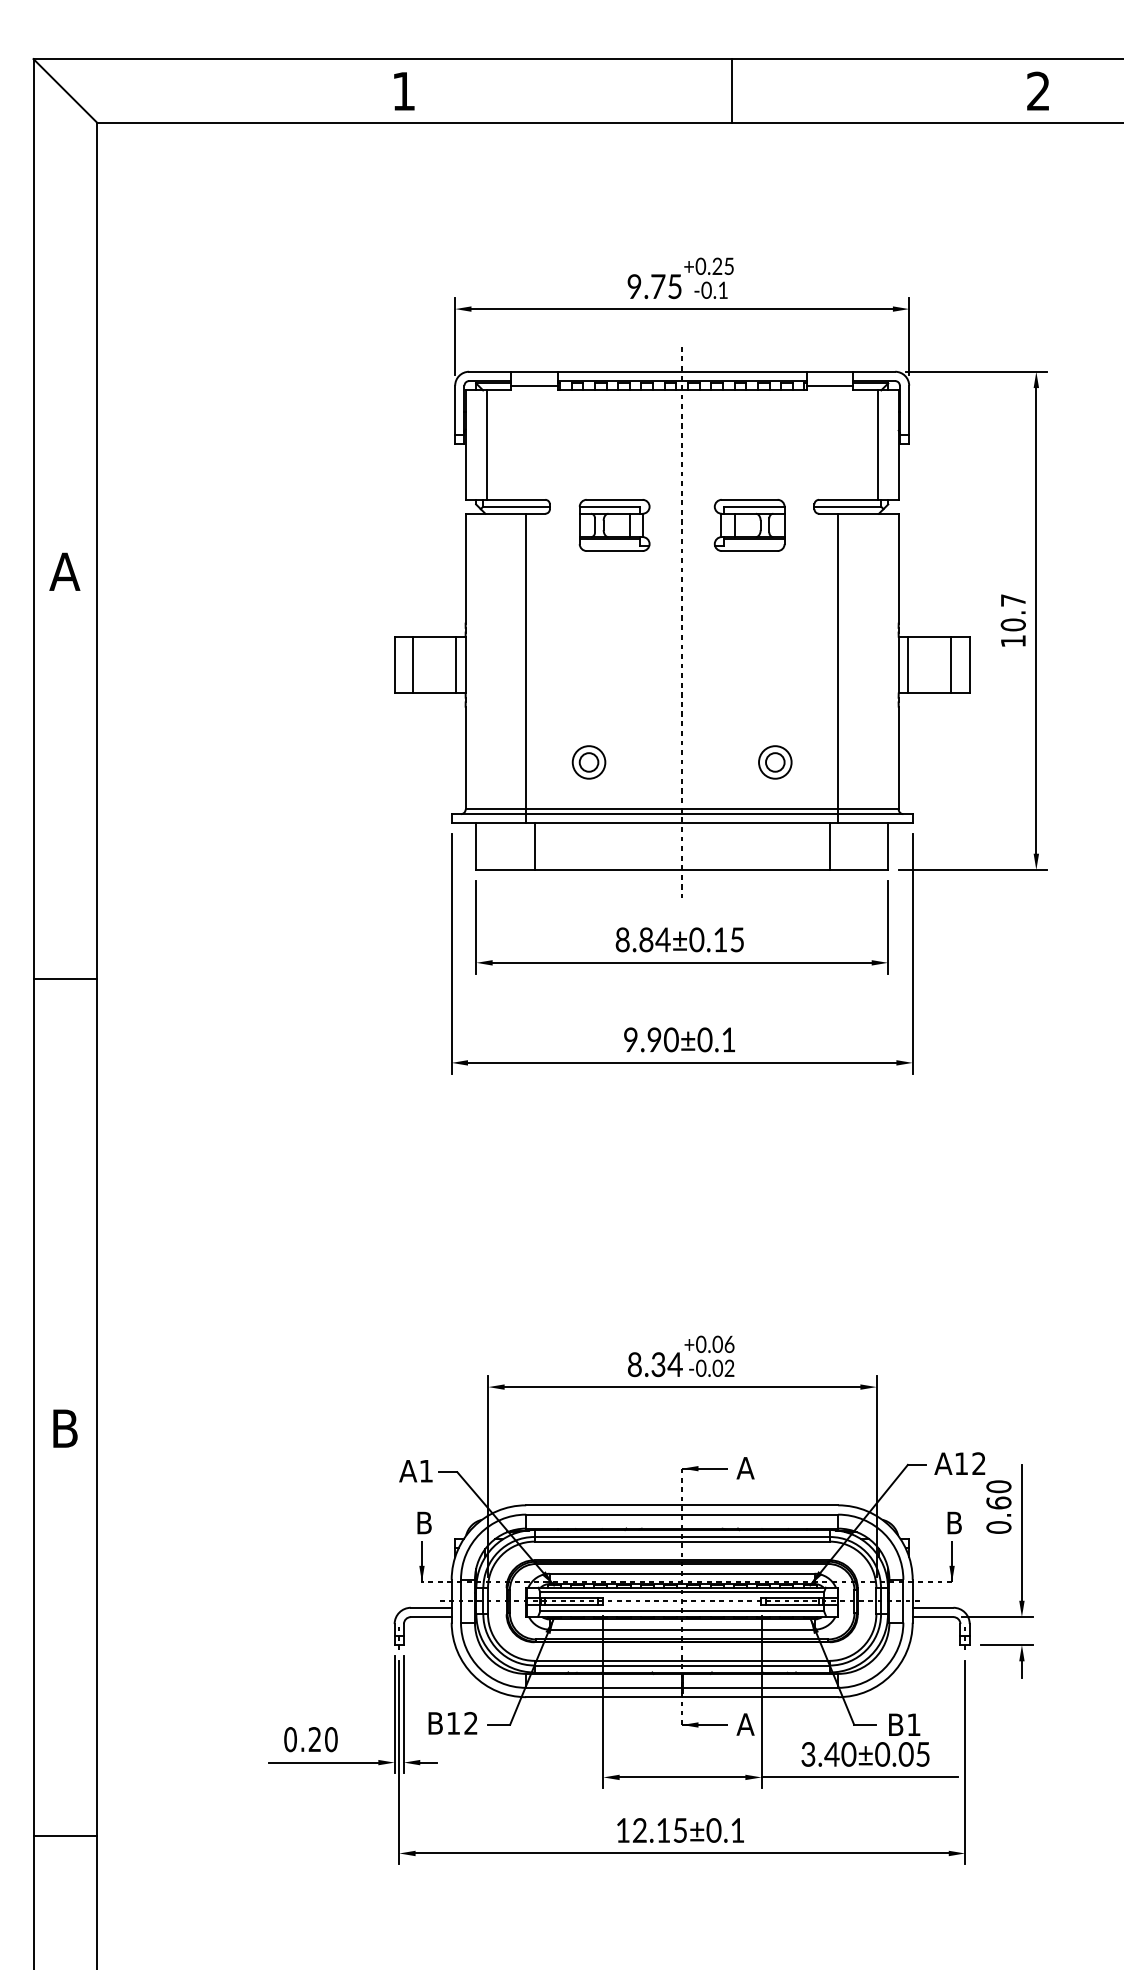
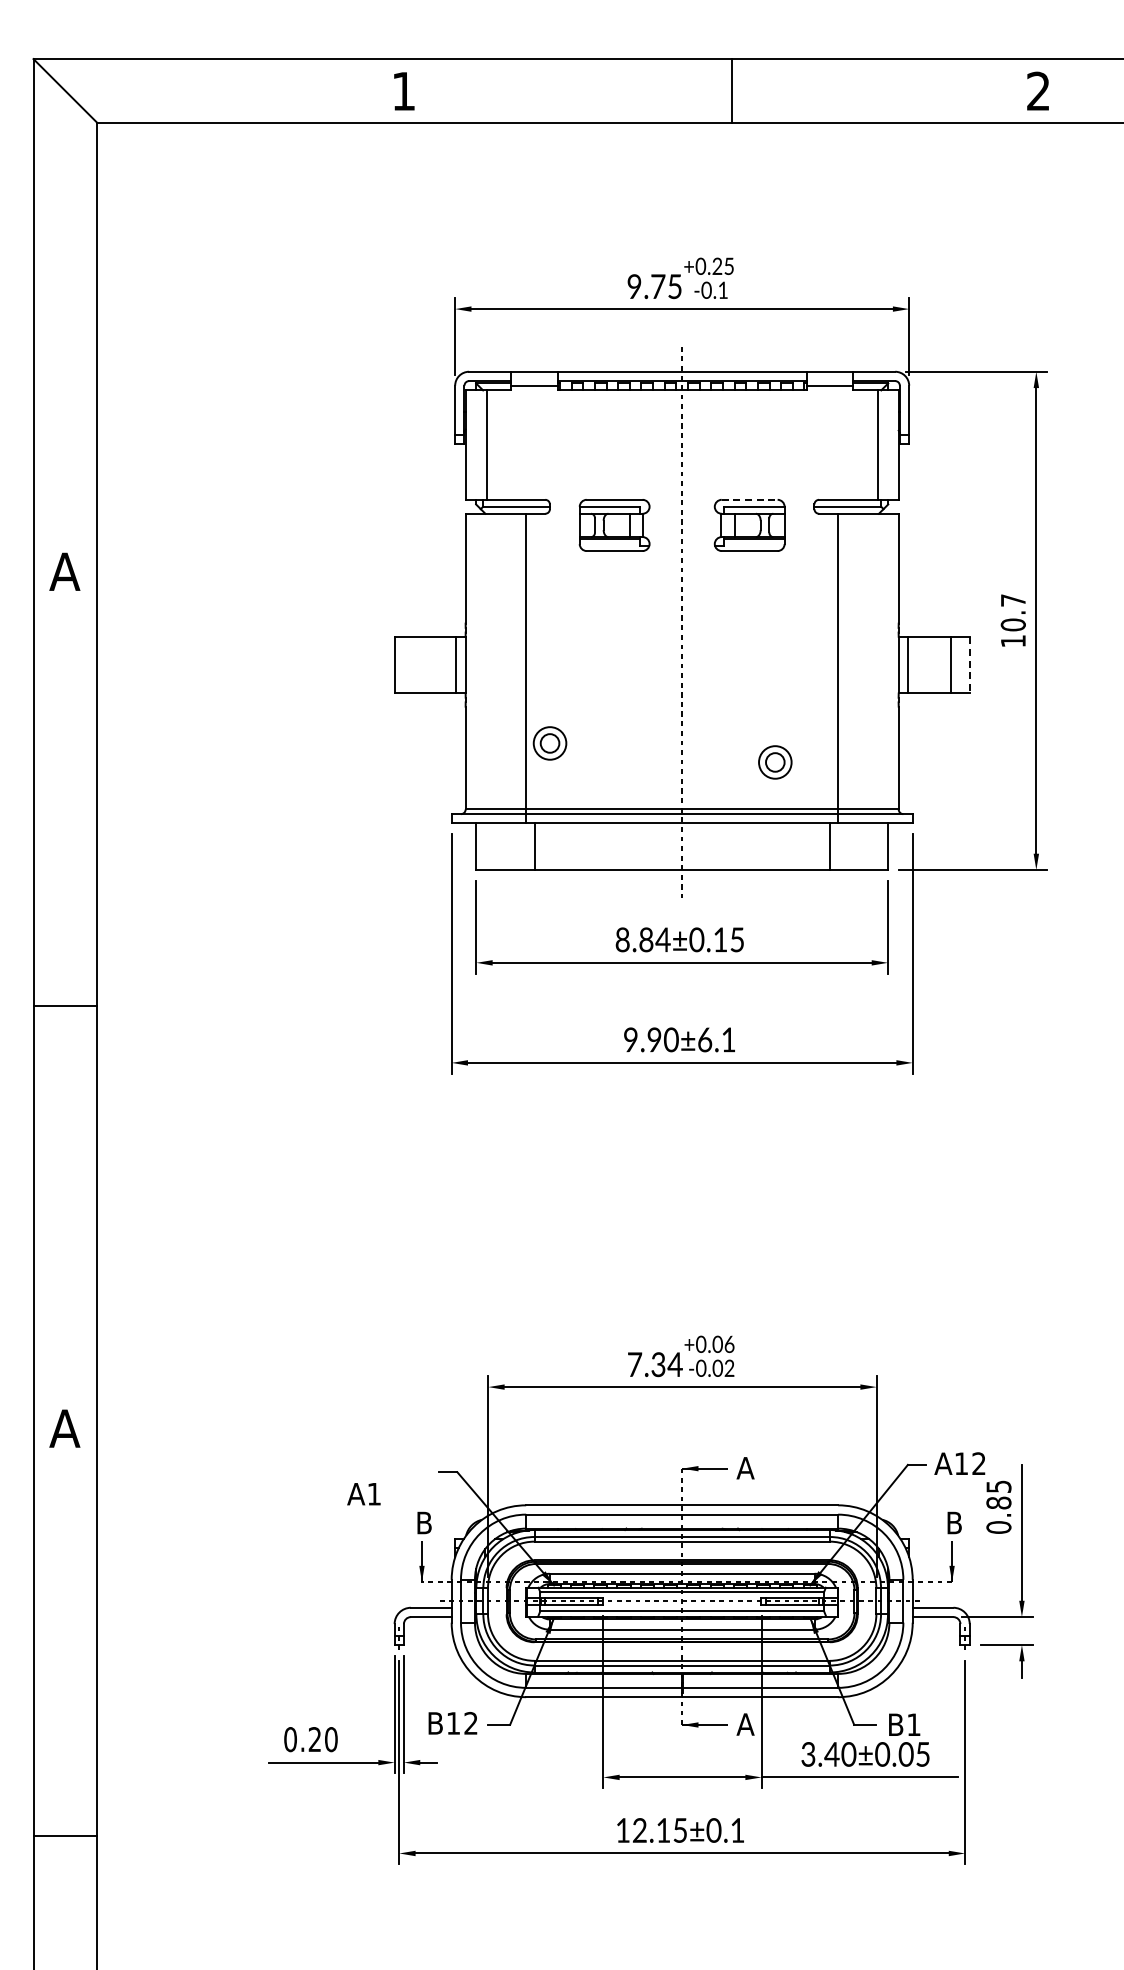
line at (749, 499): solid -> dashed
line at (413, 665): present -> none
line at (969, 665): solid -> dashed
part at (588, 762) position: (588, 762) -> (549, 743)
line at (64, 979) position: (64, 979) -> (64, 1006)
text at (704, 1039): 9.90±0.1 -> 9.90±6.1
text at (635, 1364): 8.34 -> 7.34
text at (64, 1428): B -> A
text at (415, 1471) position: (415, 1471) -> (363, 1494)
text at (998, 1494): 0.60 -> 0.85
